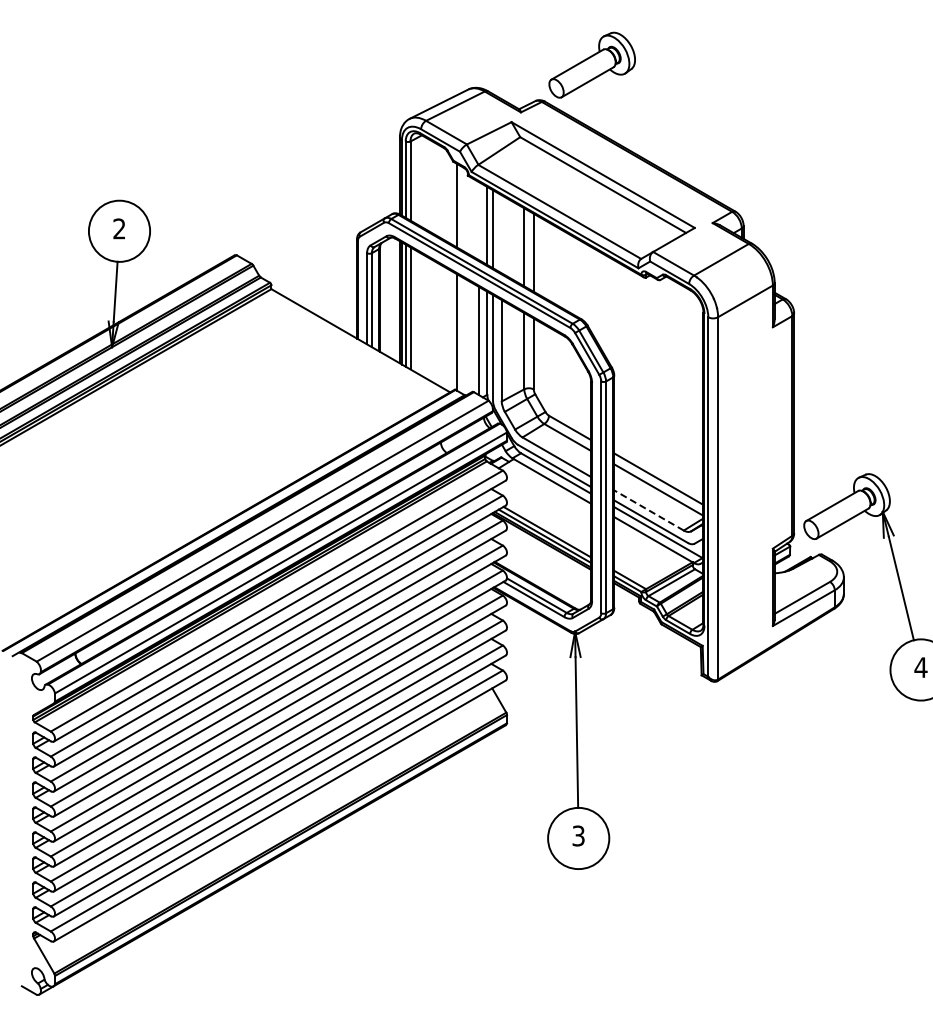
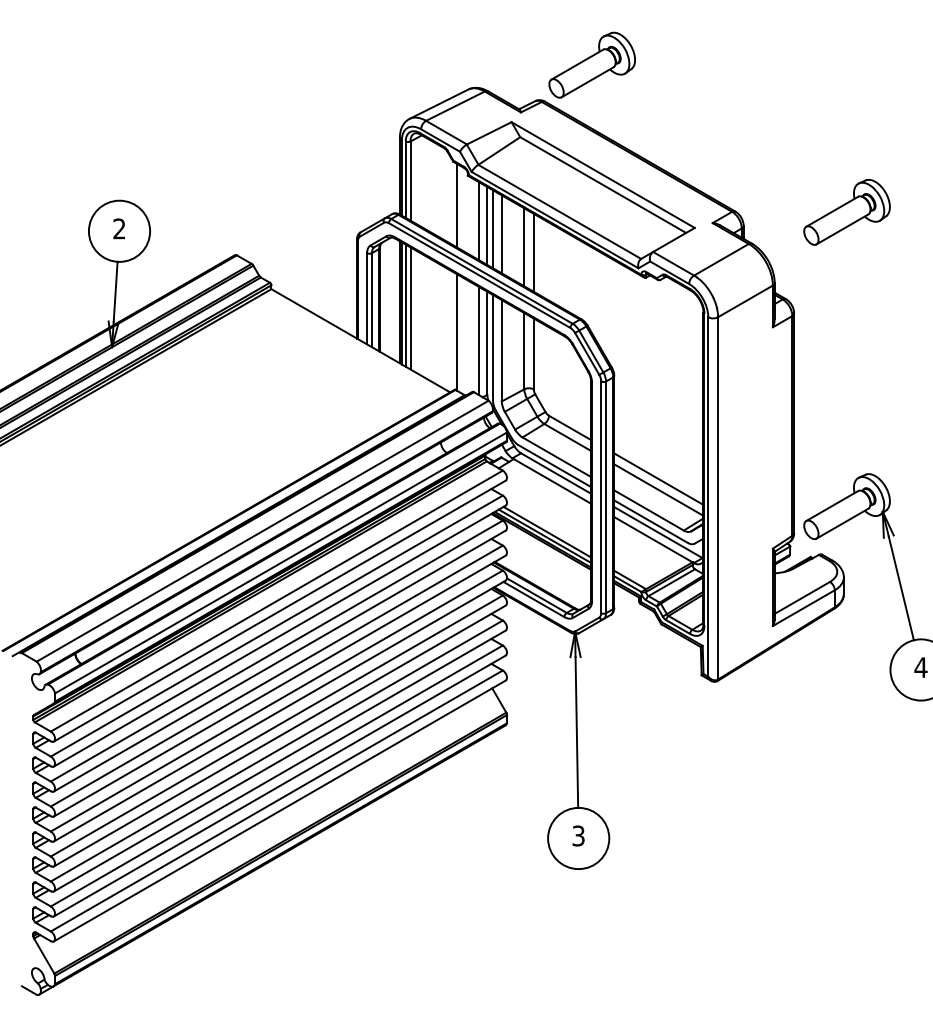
part at (846, 212): none -> present
line at (478, 220): none -> present
line at (501, 234): none -> present
line at (648, 510): dashed -> solid
